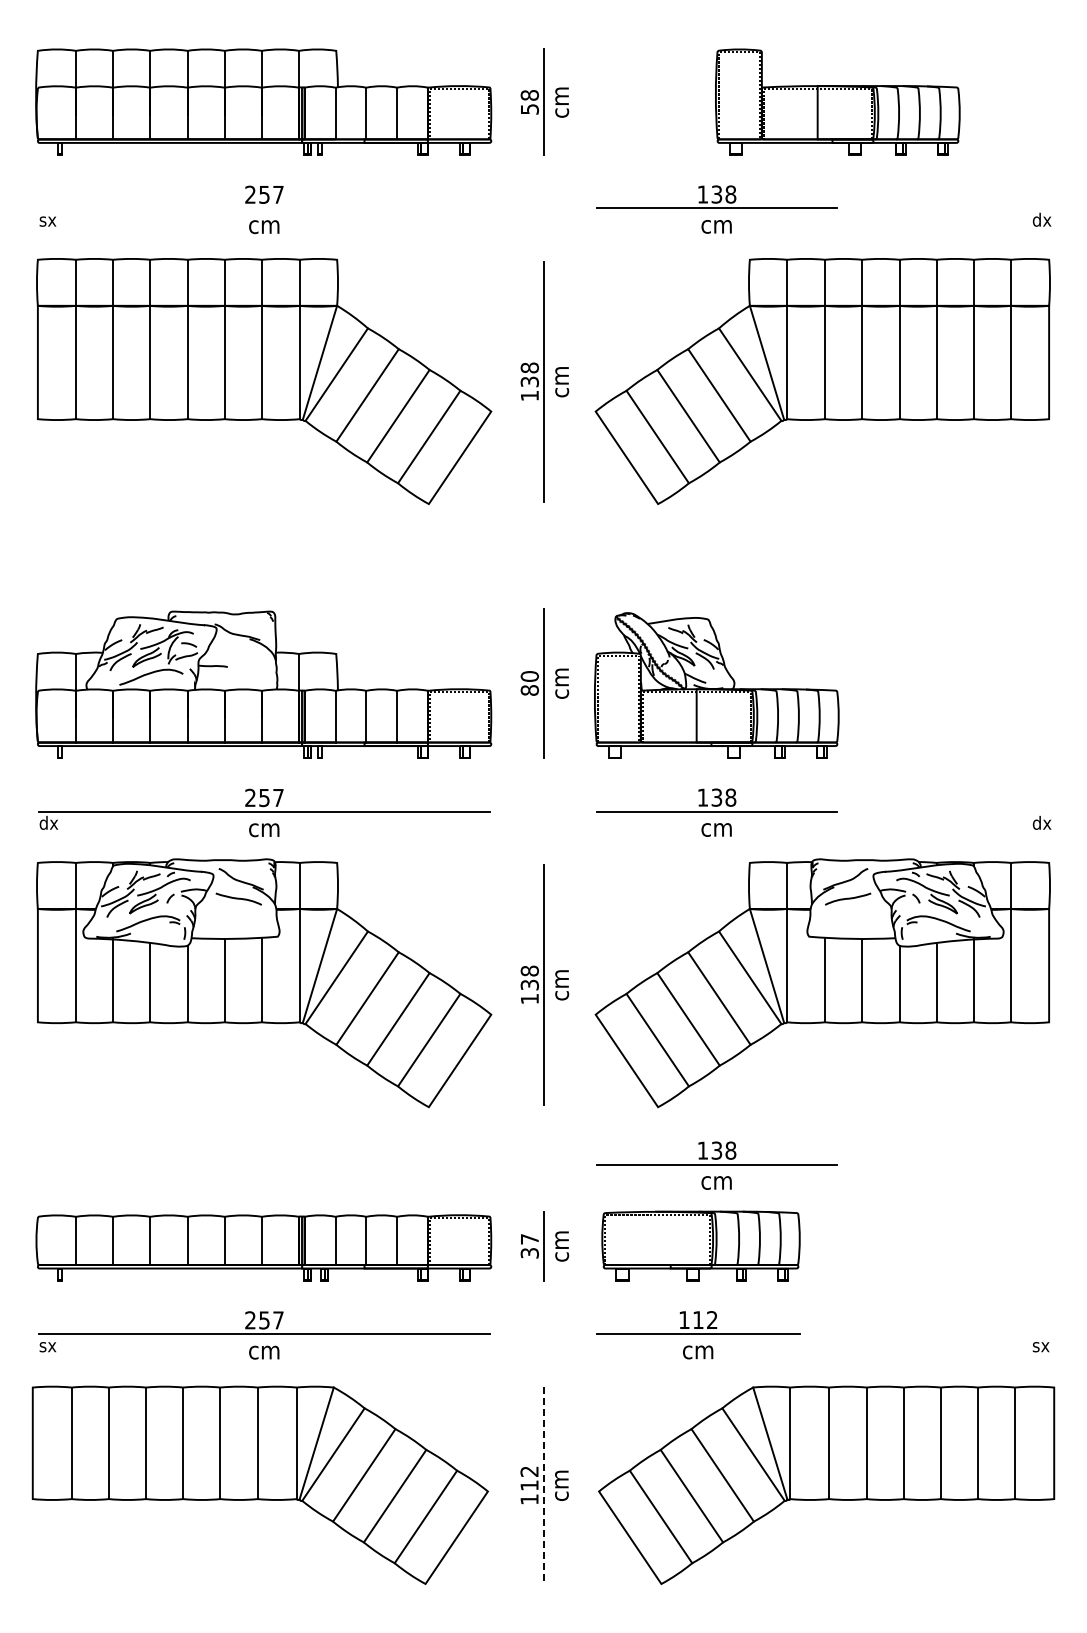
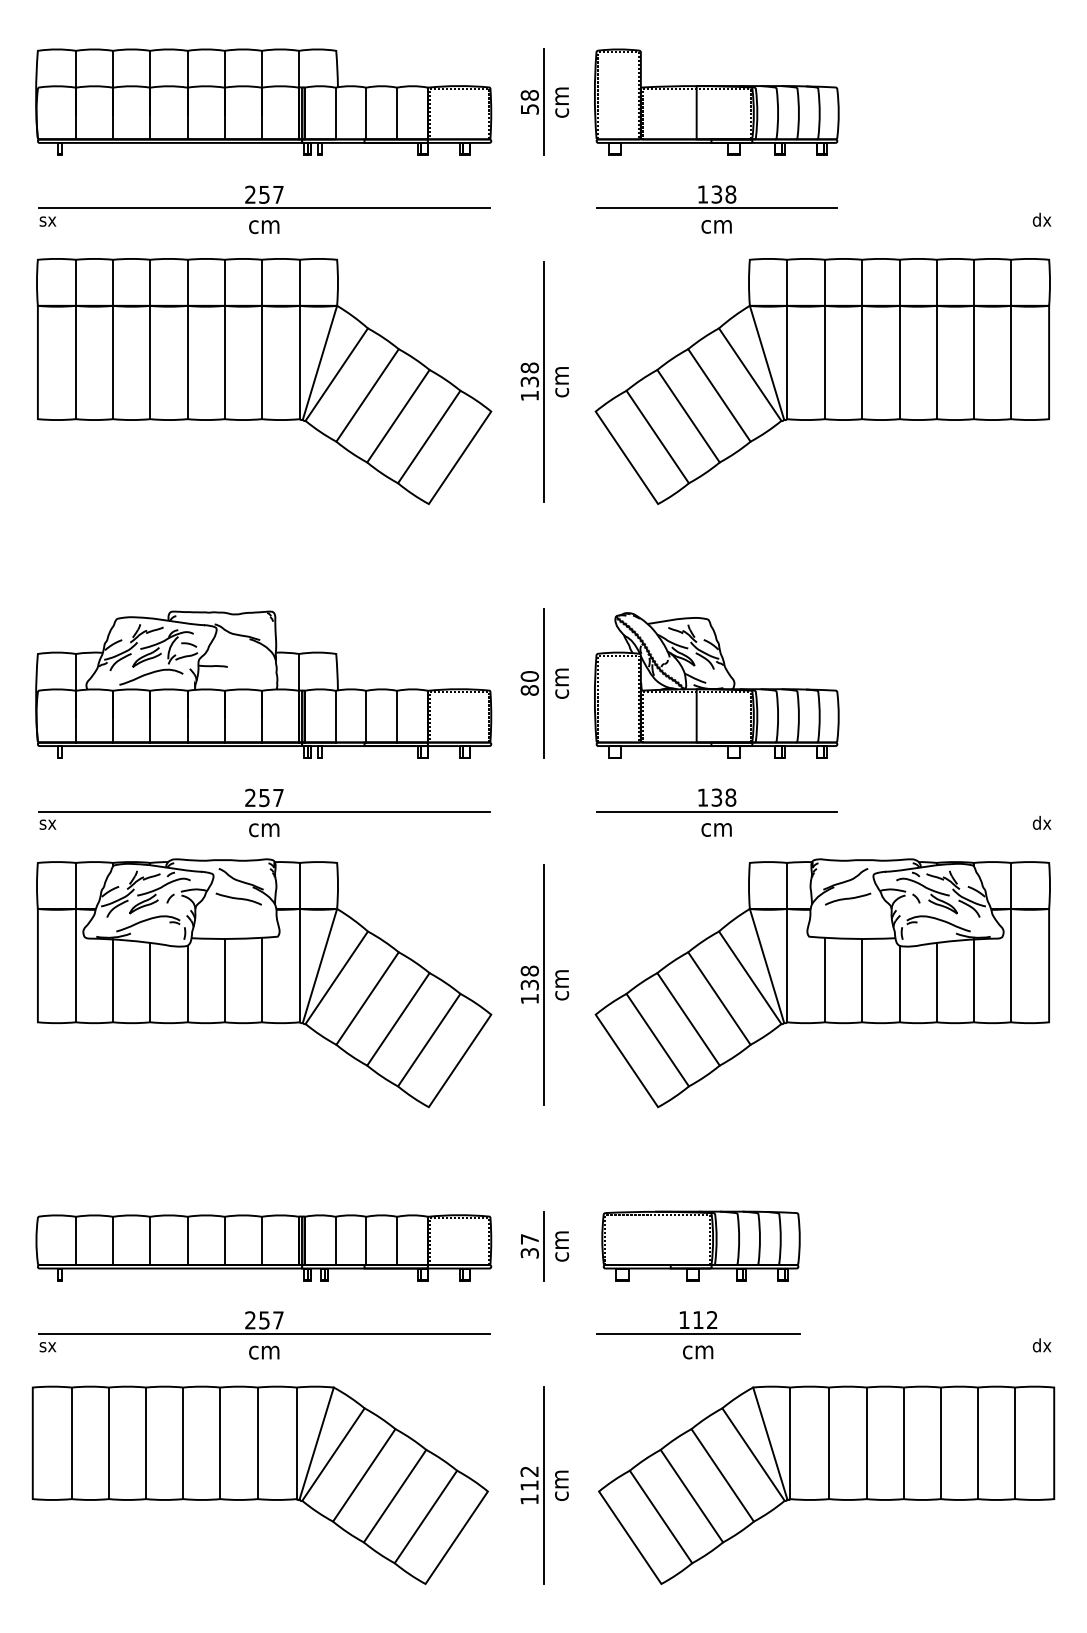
part at (837, 101) position: (837, 101) -> (716, 101)
line at (264, 208): none -> present
text at (48, 822): dx -> sx
part at (716, 1165): present -> none
text at (1041, 1345): sx -> dx
line at (543, 1486): dashed -> solid
